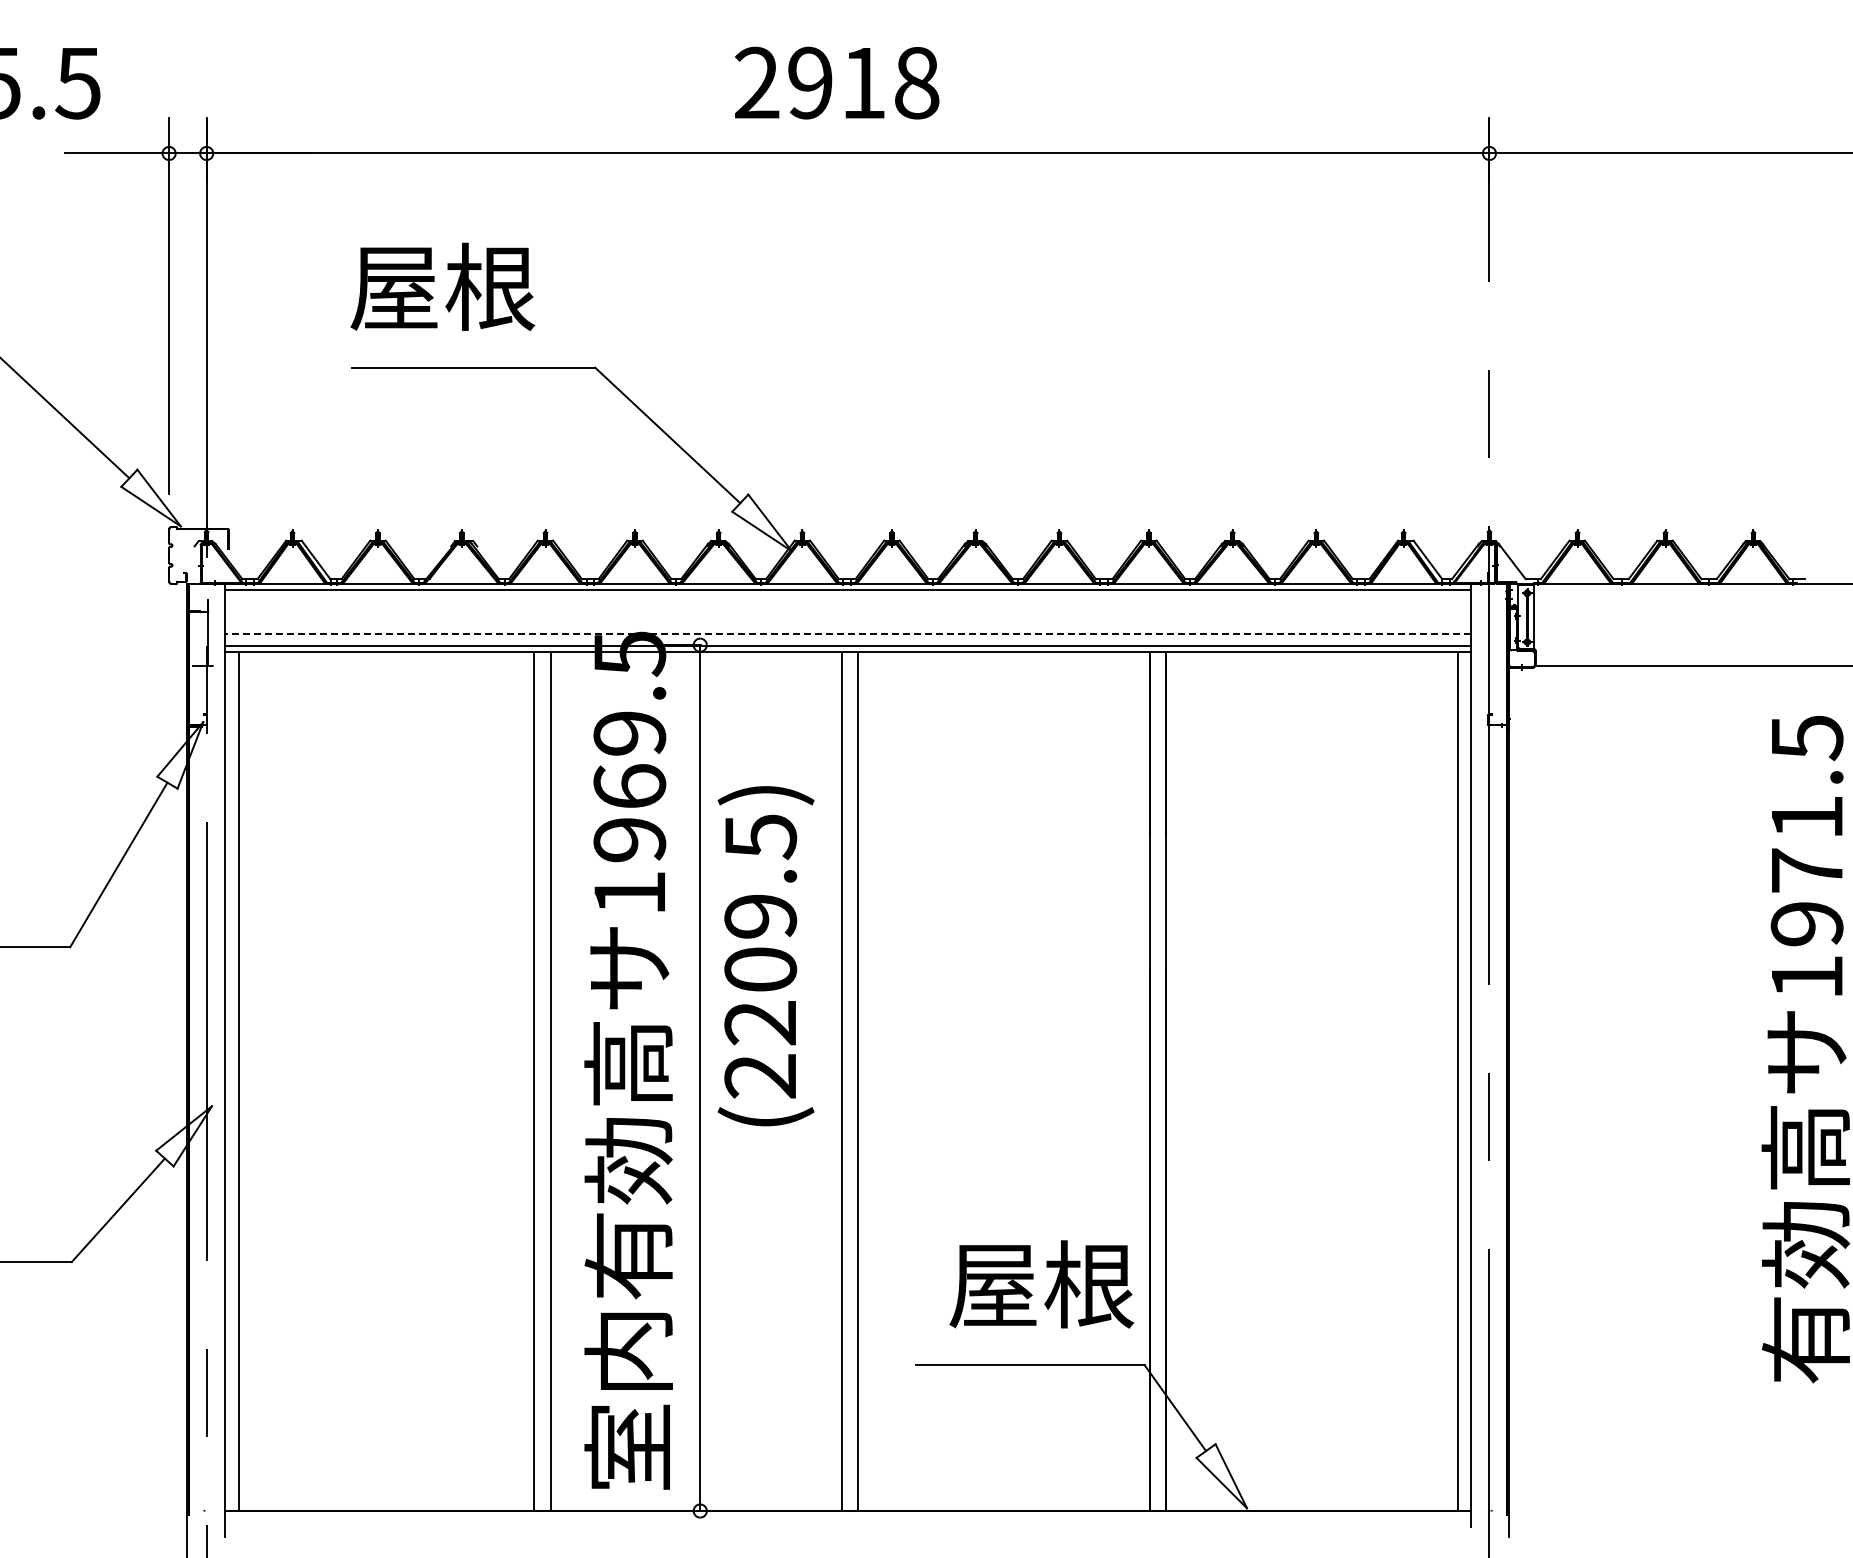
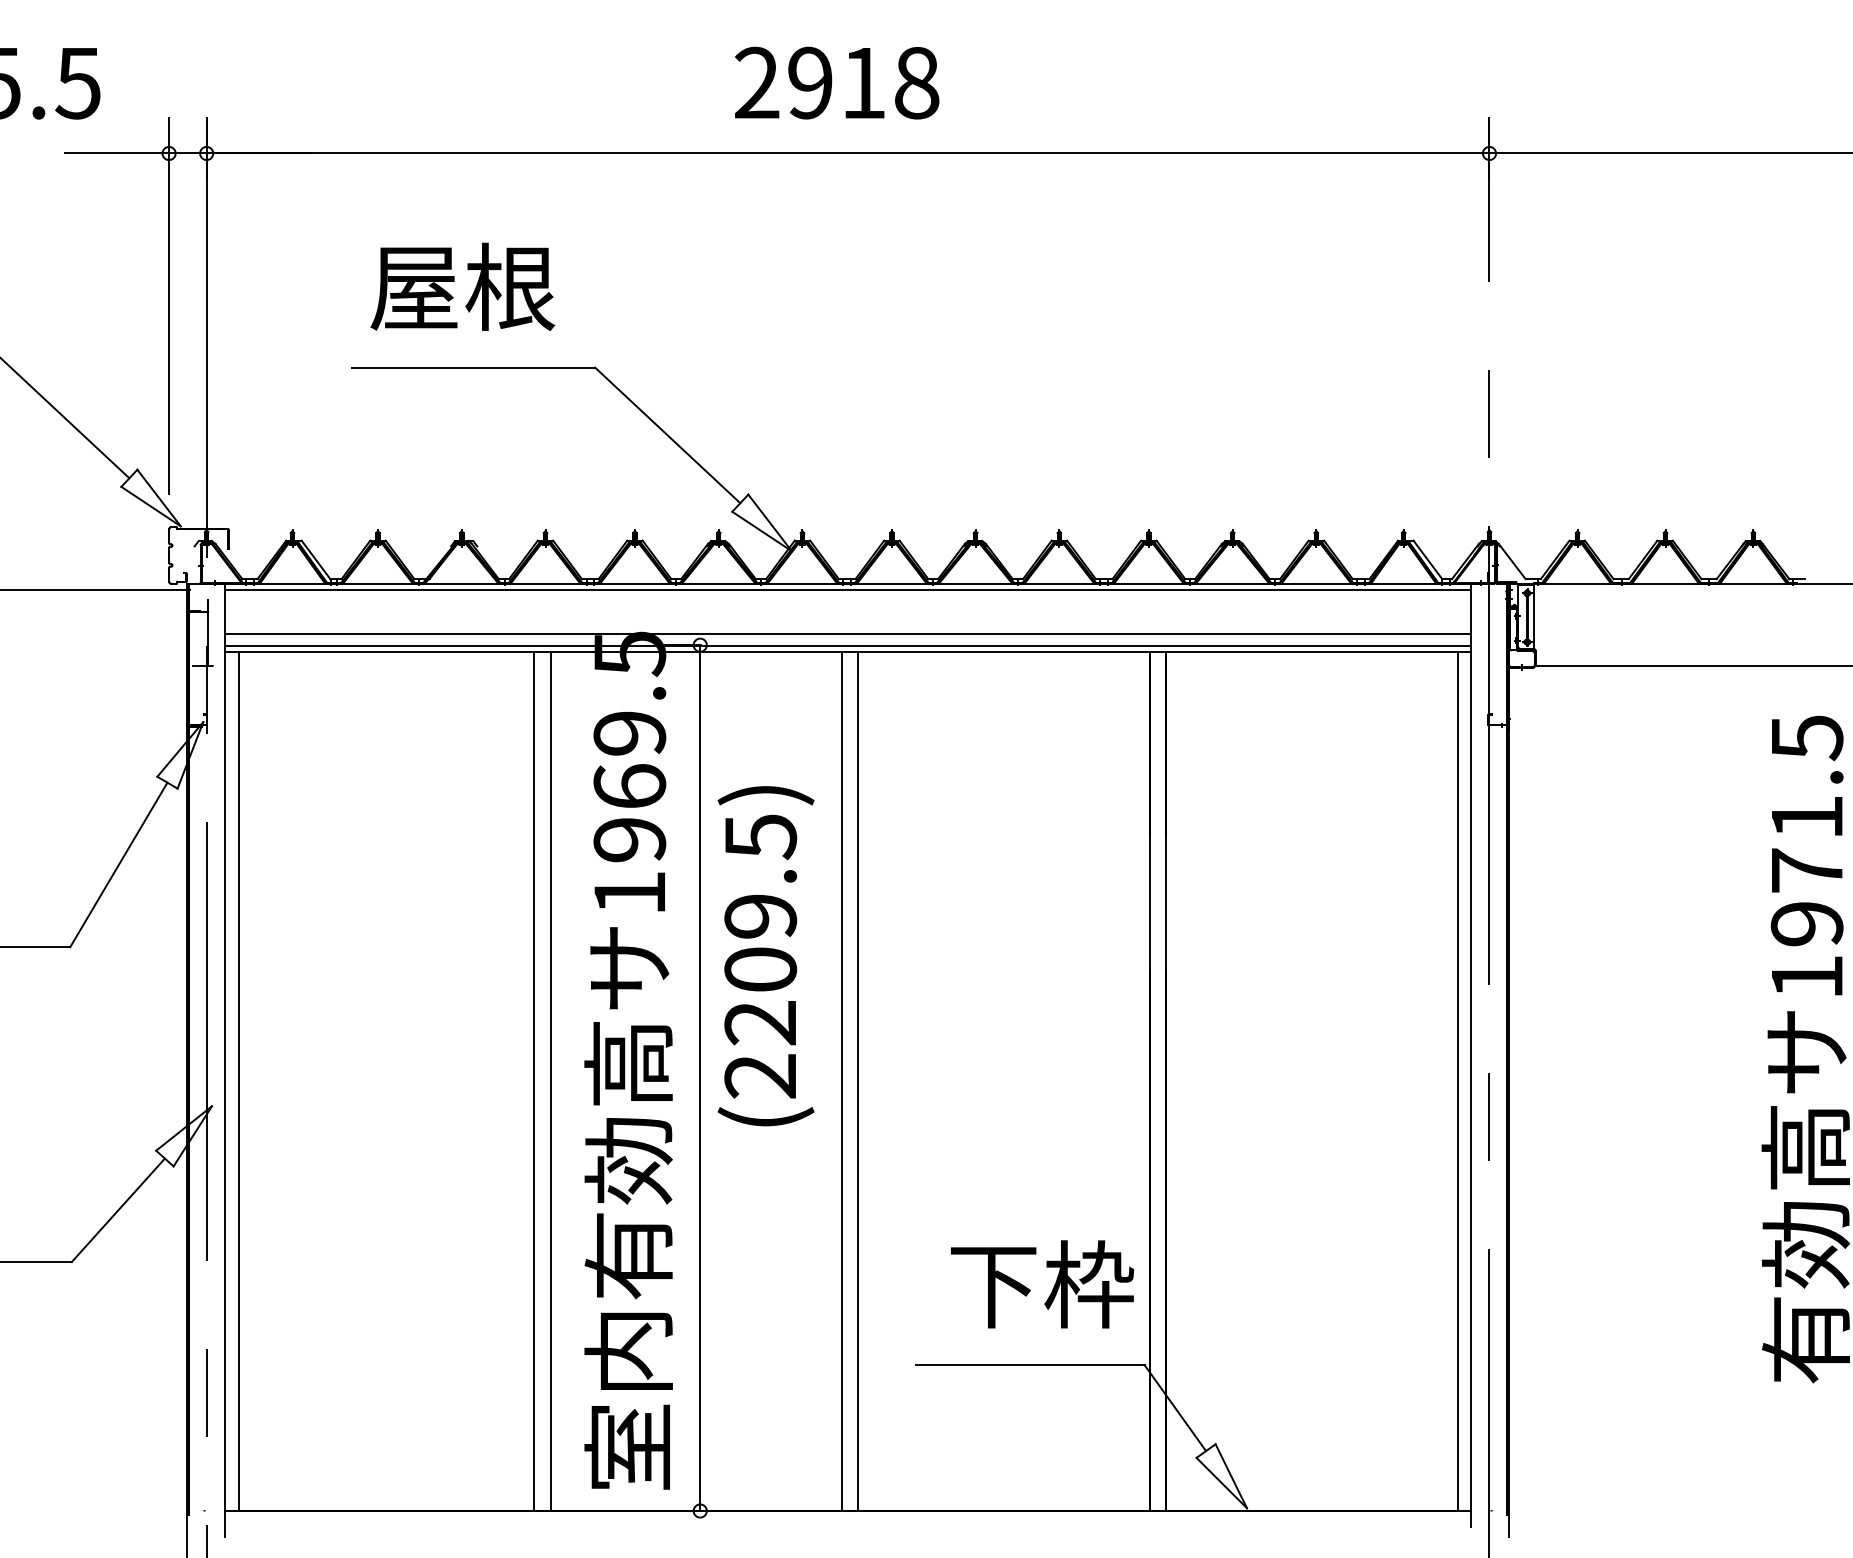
text at (442, 286) position: (442, 286) -> (462, 286)
line at (96, 589): none -> present
line at (848, 633): dashed -> solid
text at (1041, 1284): 屋根 -> 下枠
